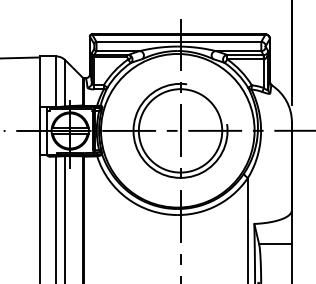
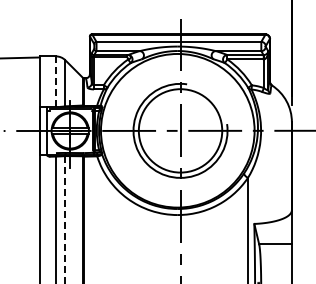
line at (56, 82): solid -> dashed
line at (65, 219): solid -> dashed
